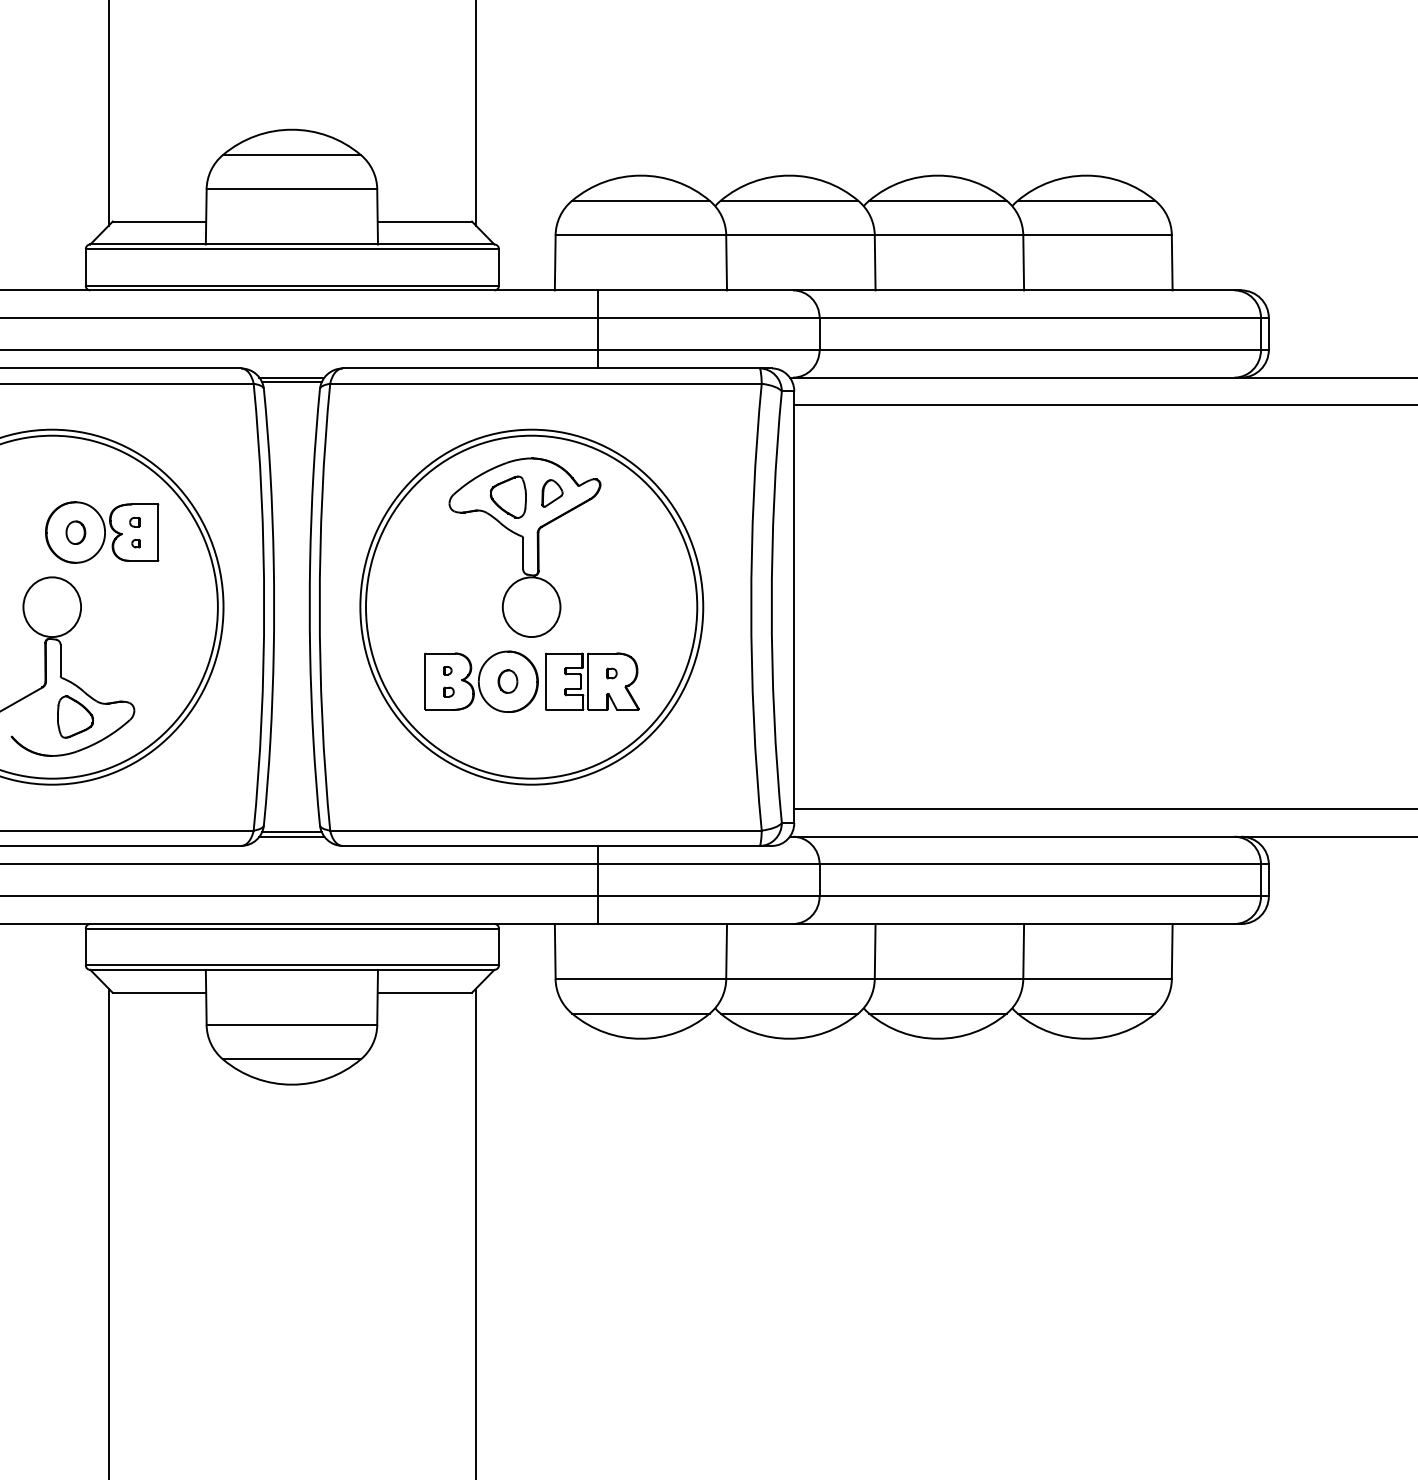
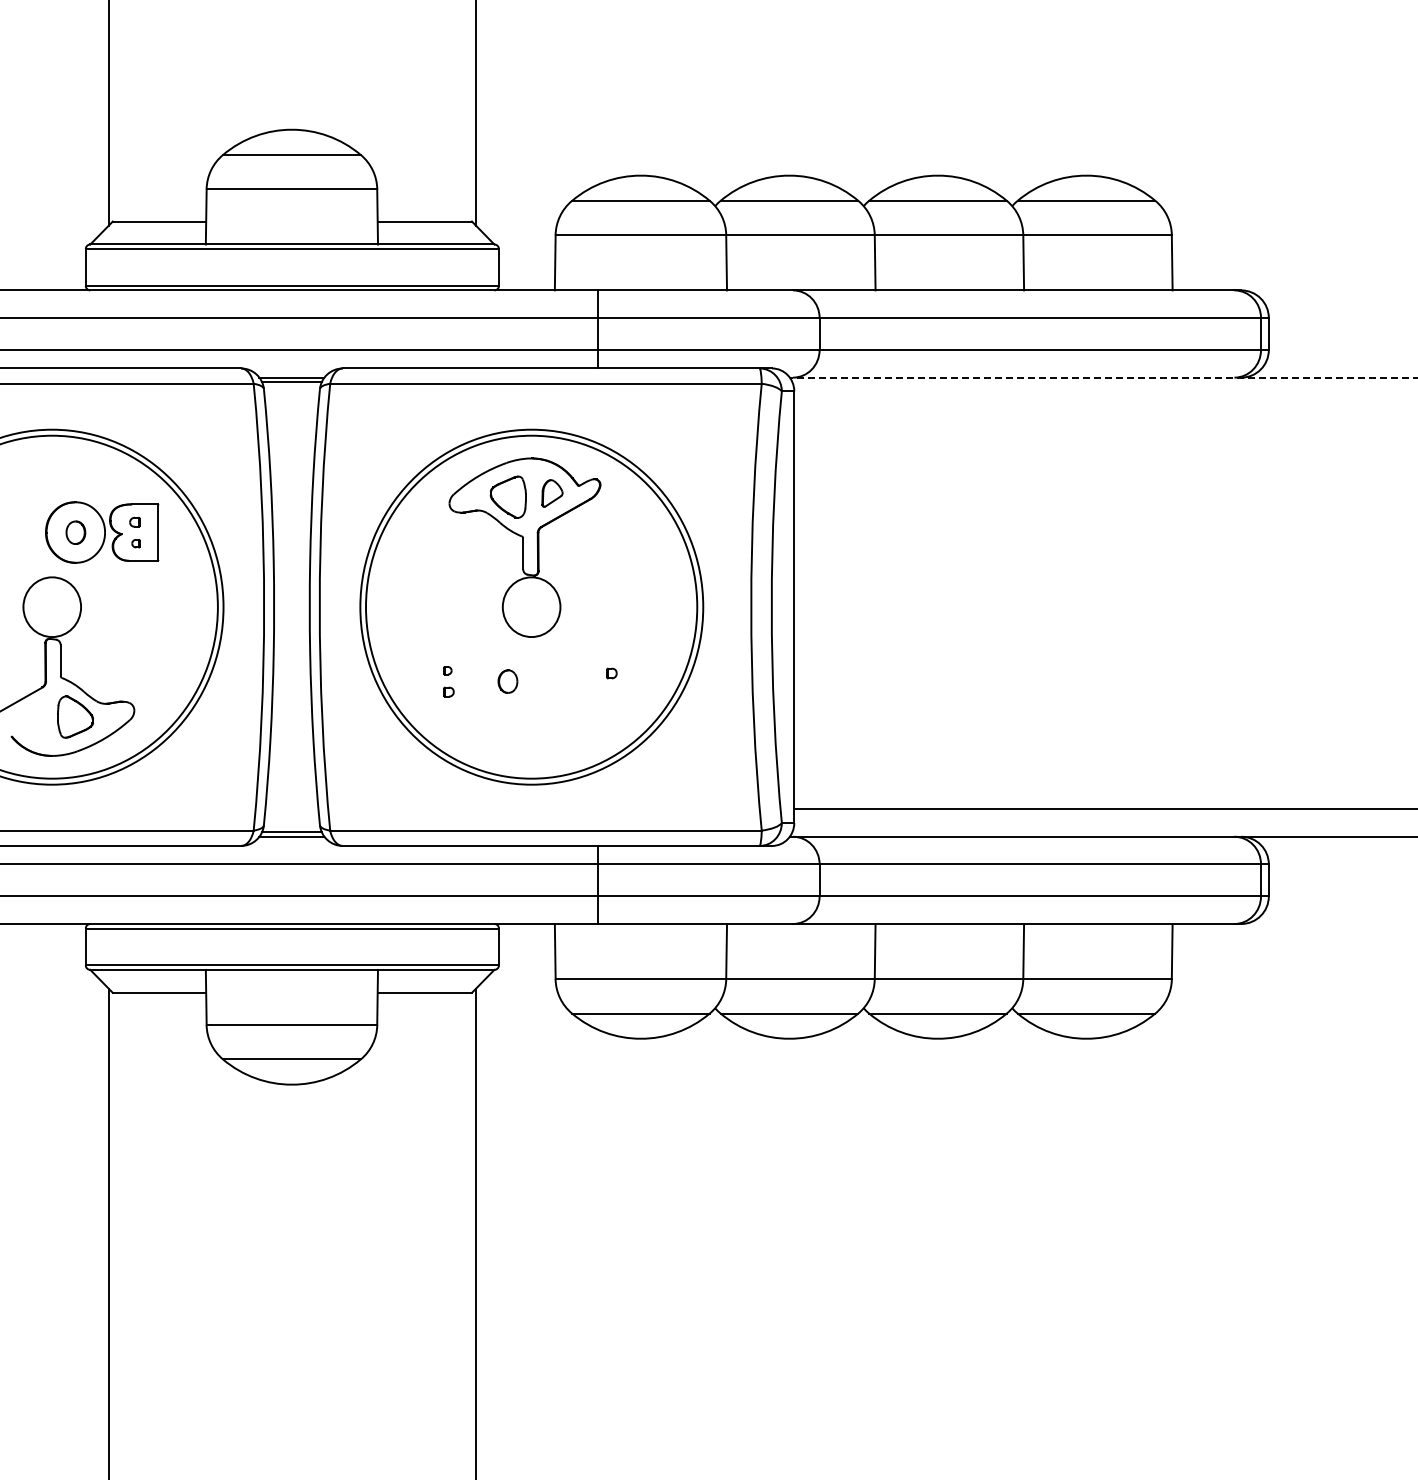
line at (1103, 377): solid -> dashed
line at (1104, 405): present -> none
part at (531, 681): present -> none
